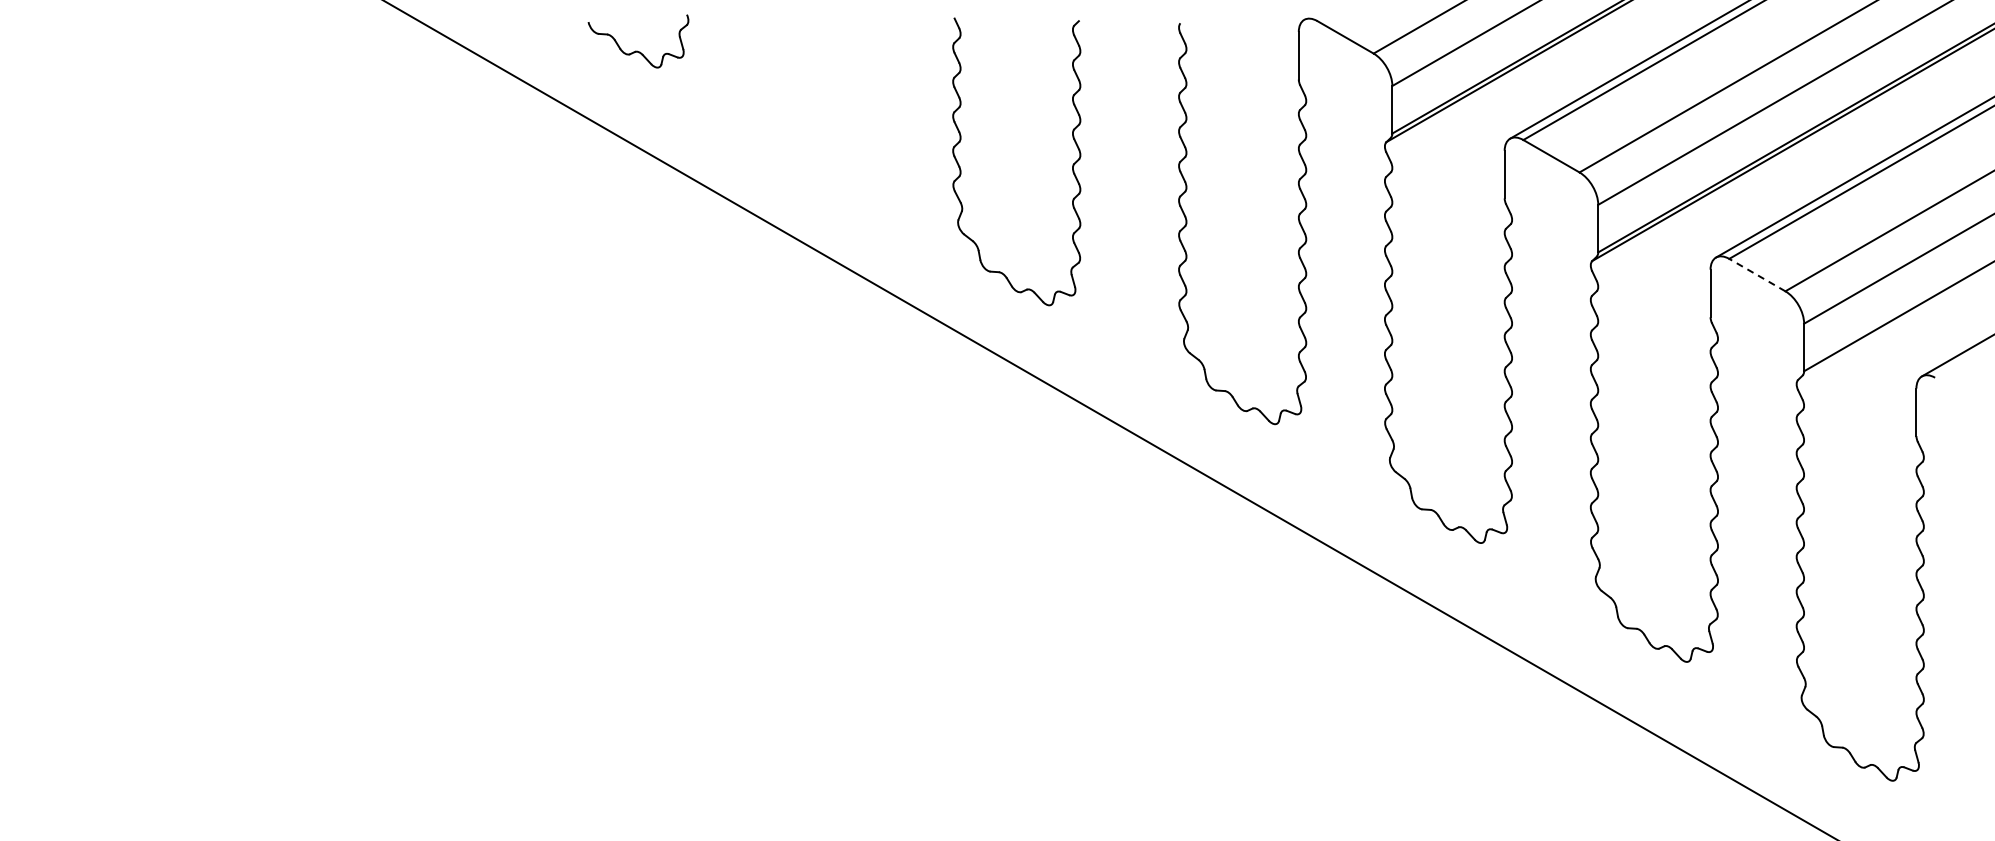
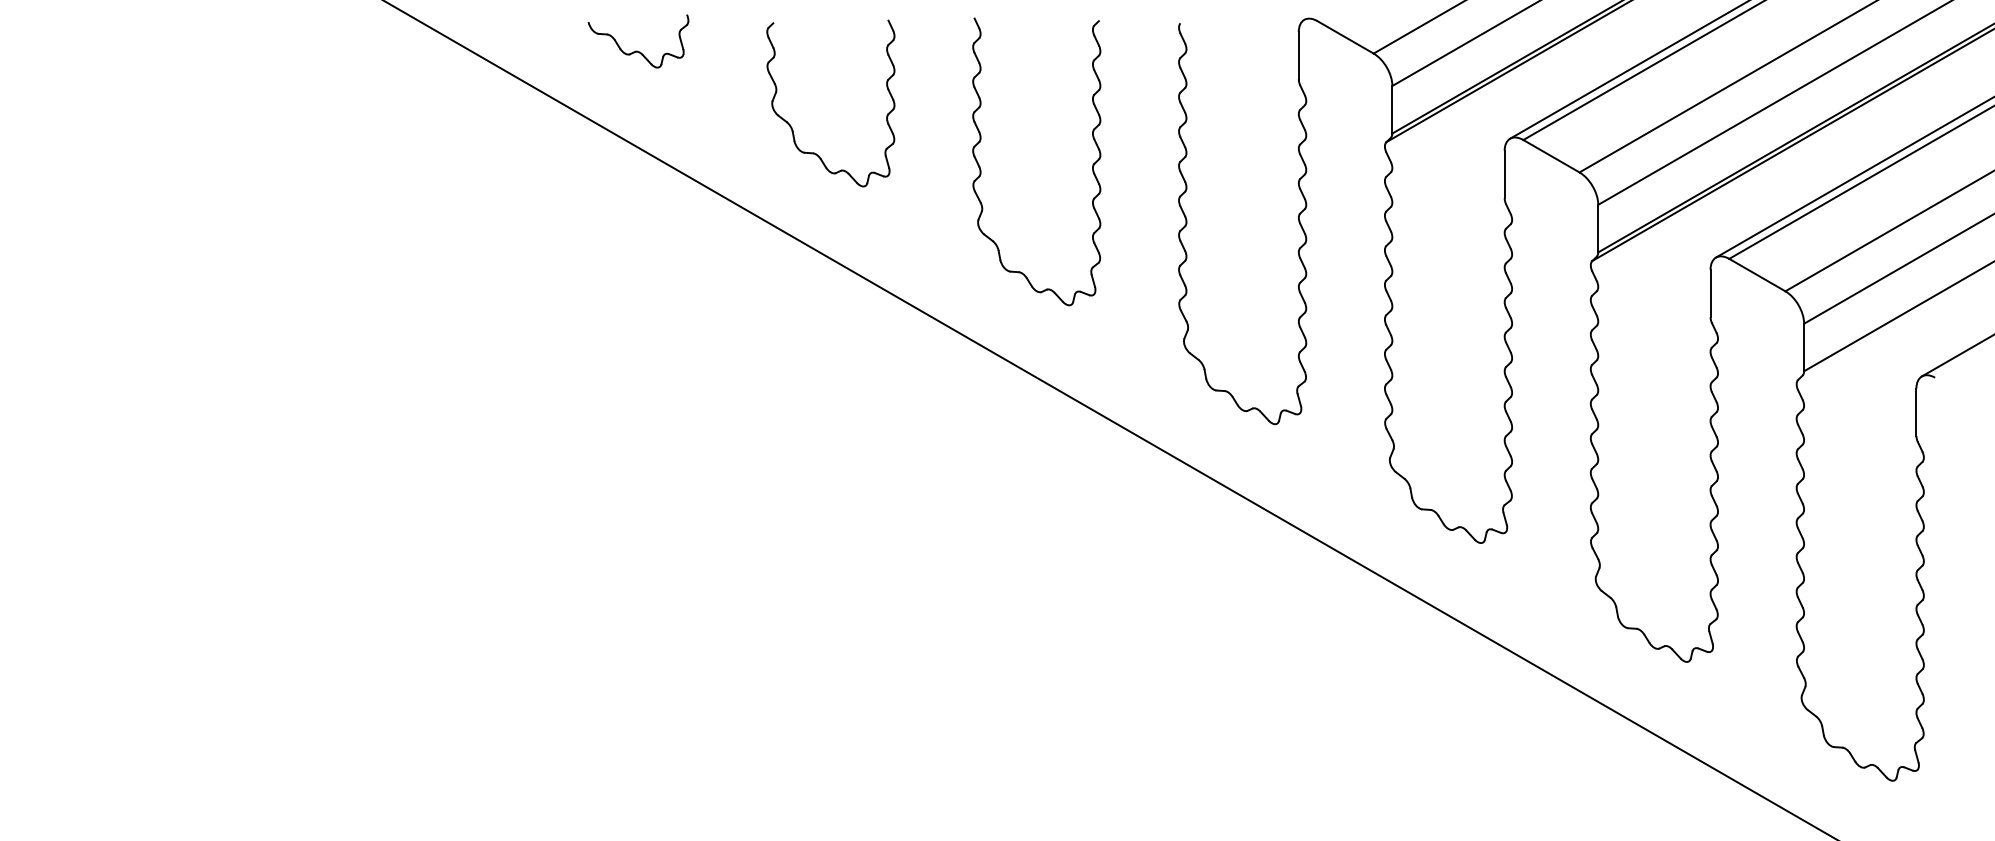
part at (791, 125): none -> present
part at (961, 169) position: (961, 169) -> (981, 169)
line at (1756, 274): dashed -> solid
